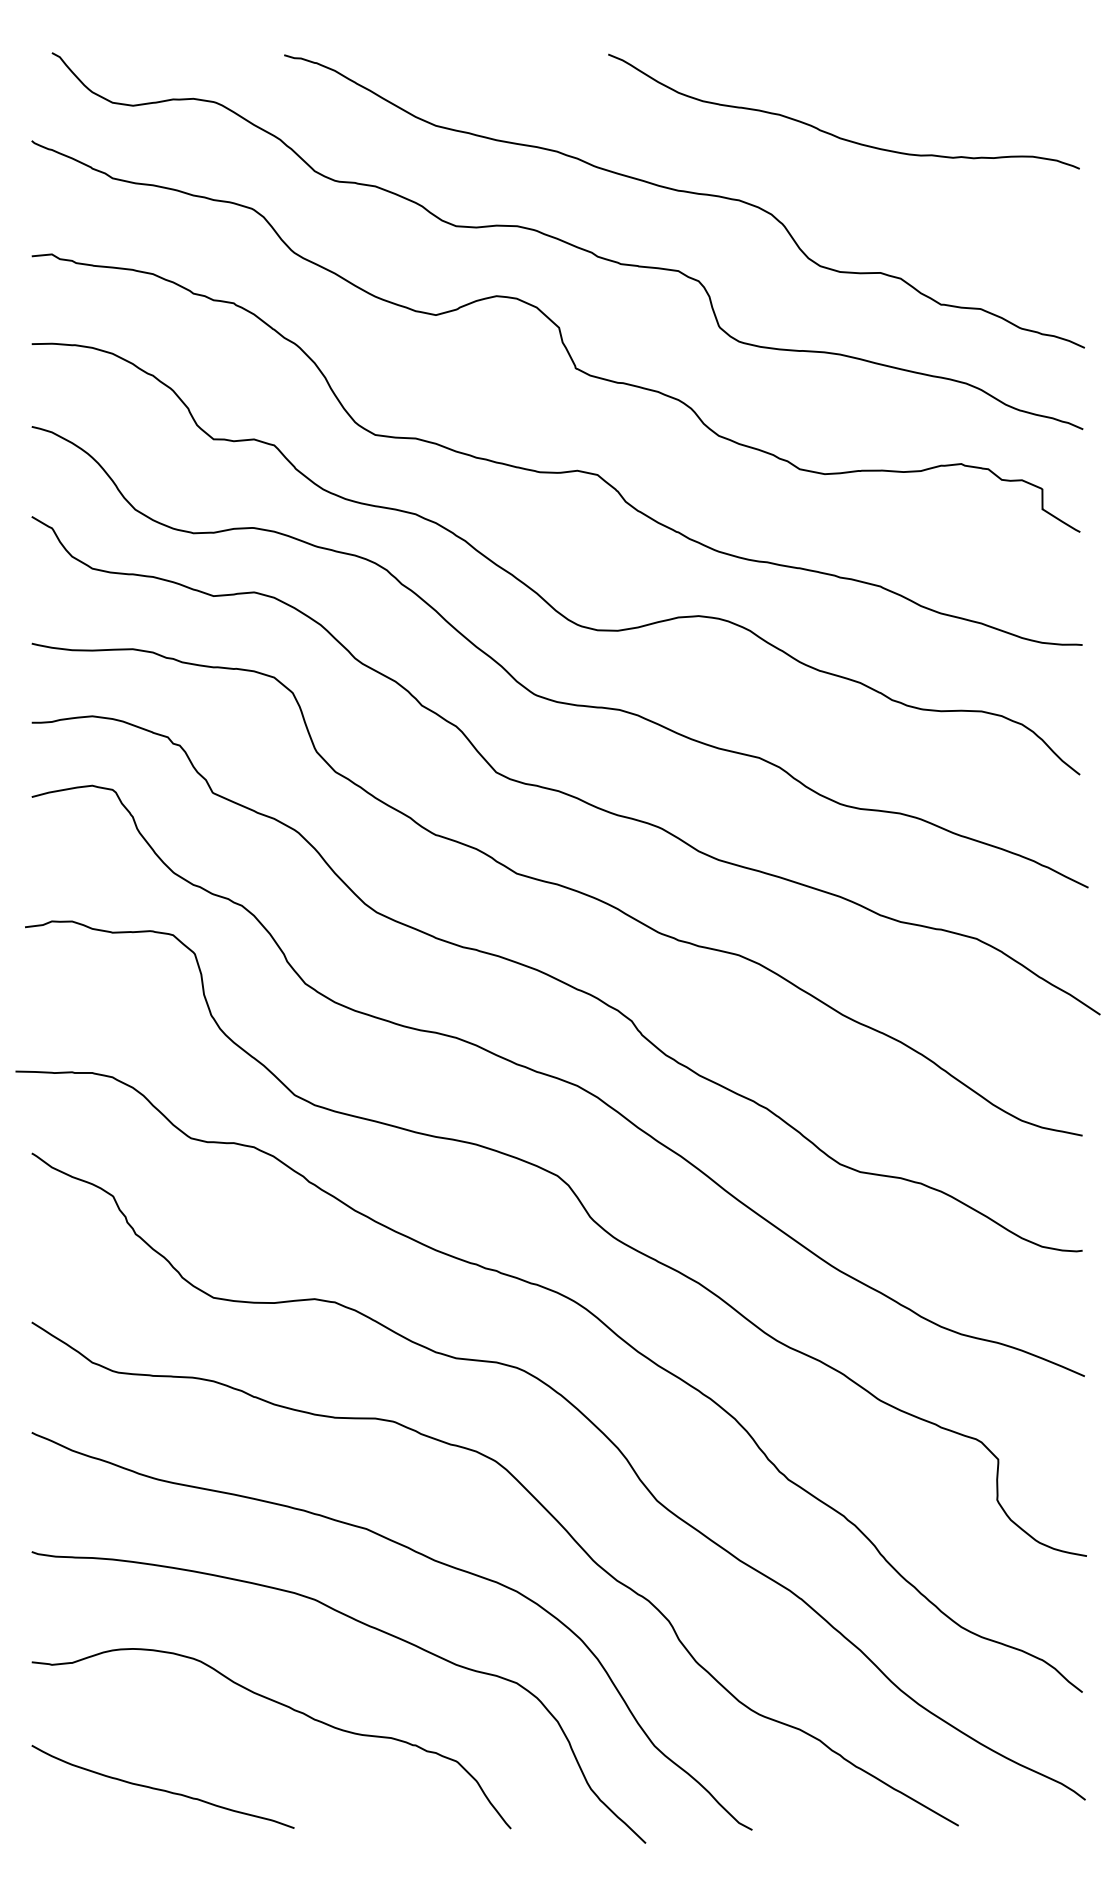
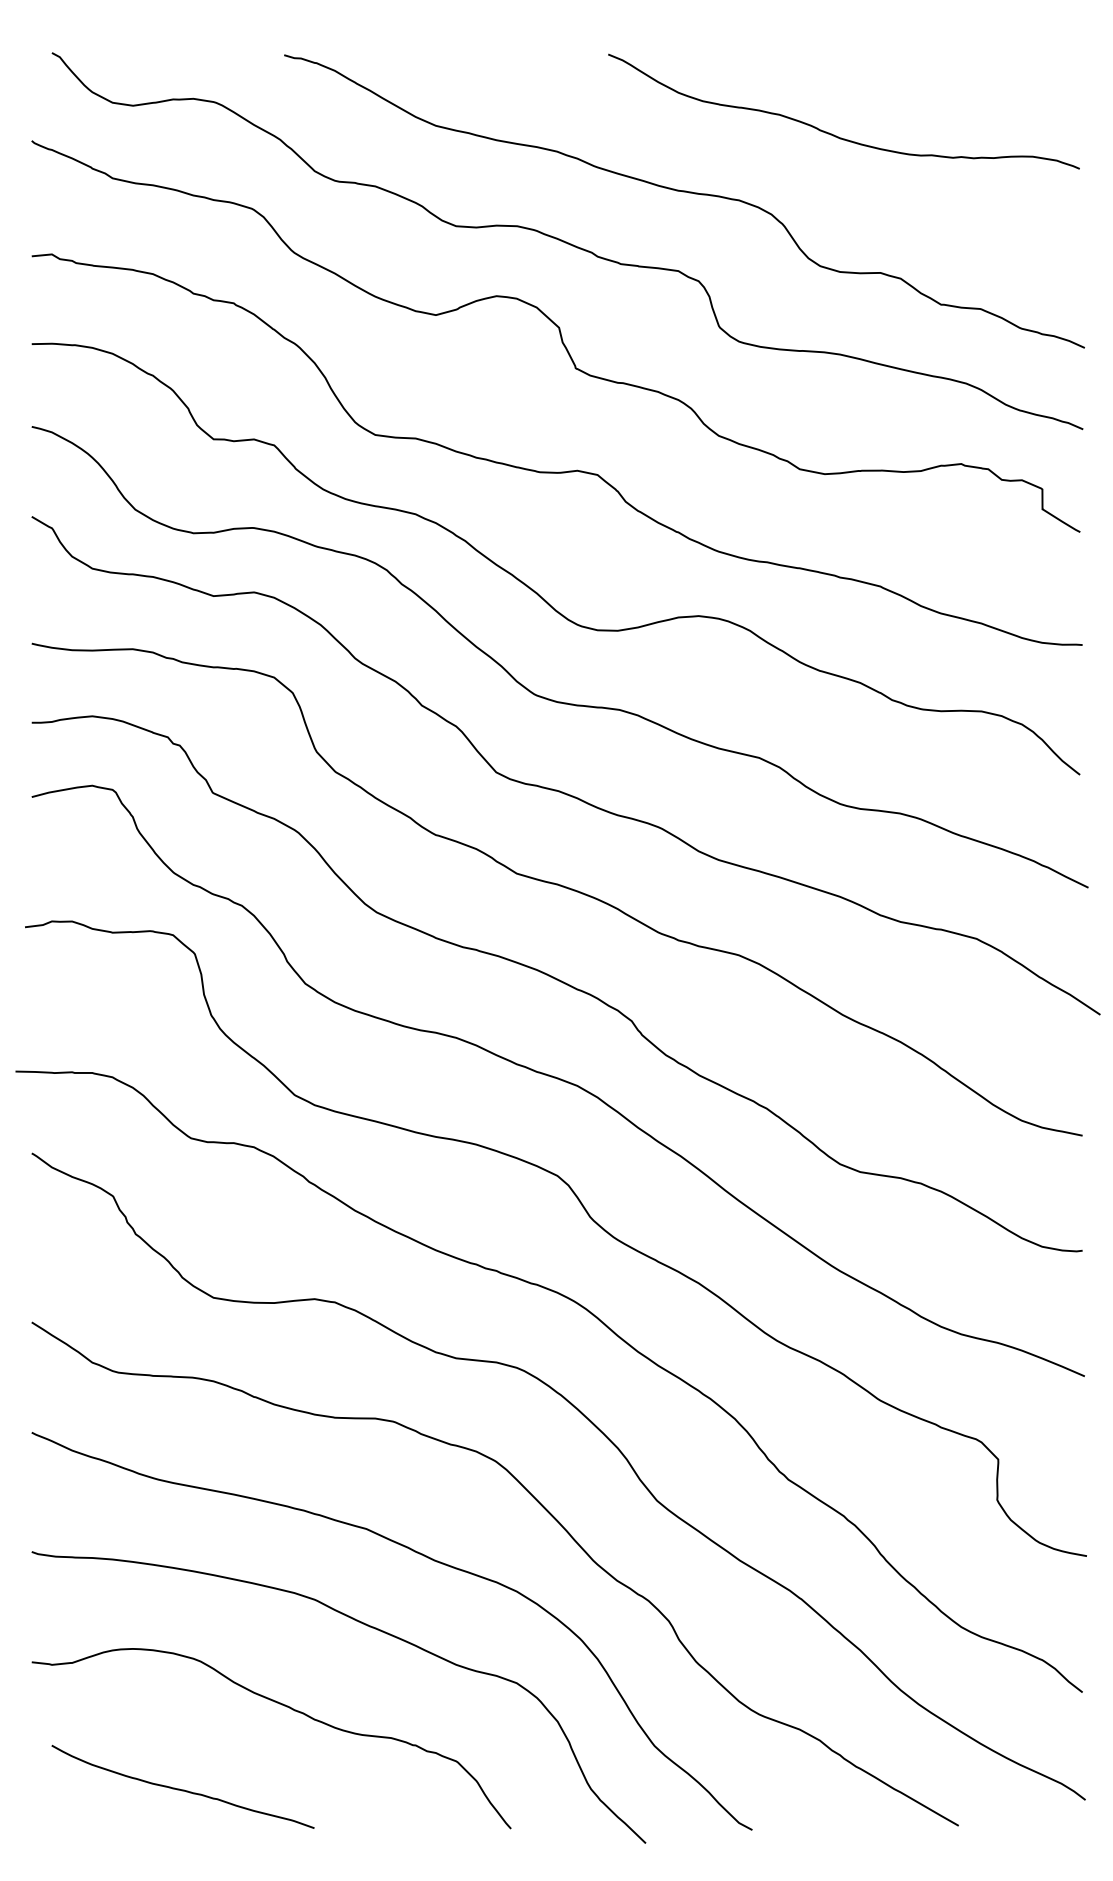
curve at (162, 1789) position: (162, 1789) -> (182, 1789)
